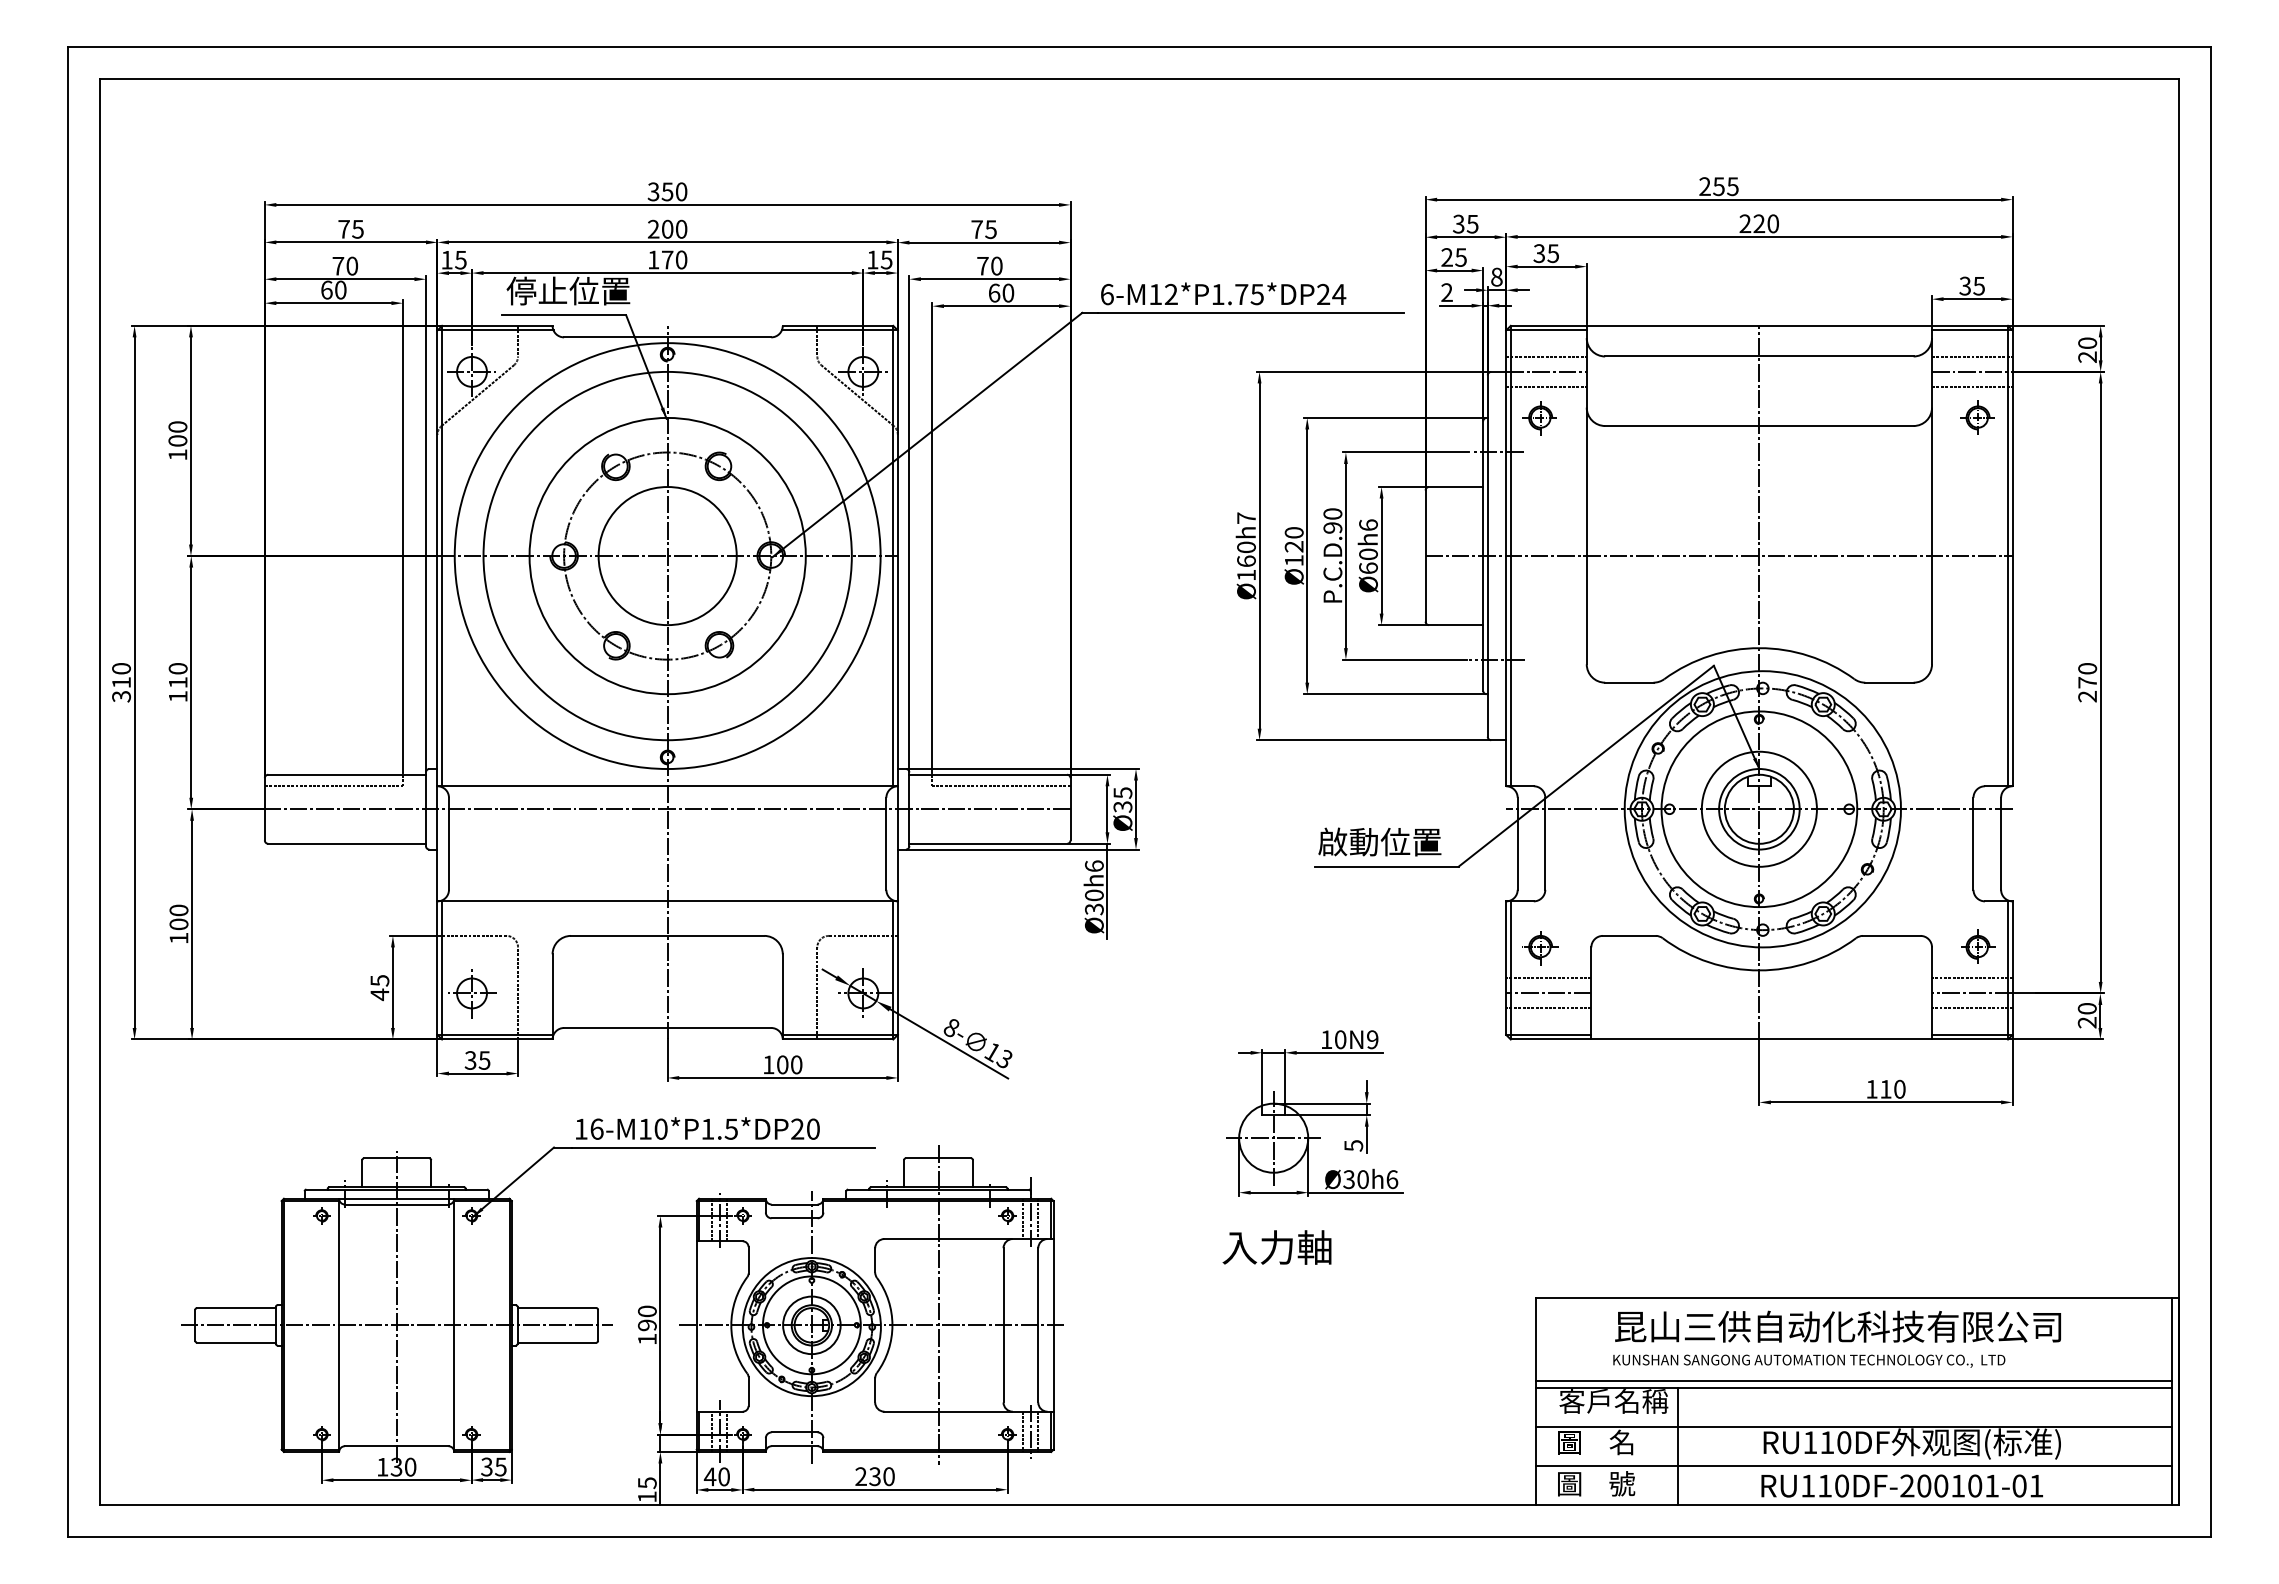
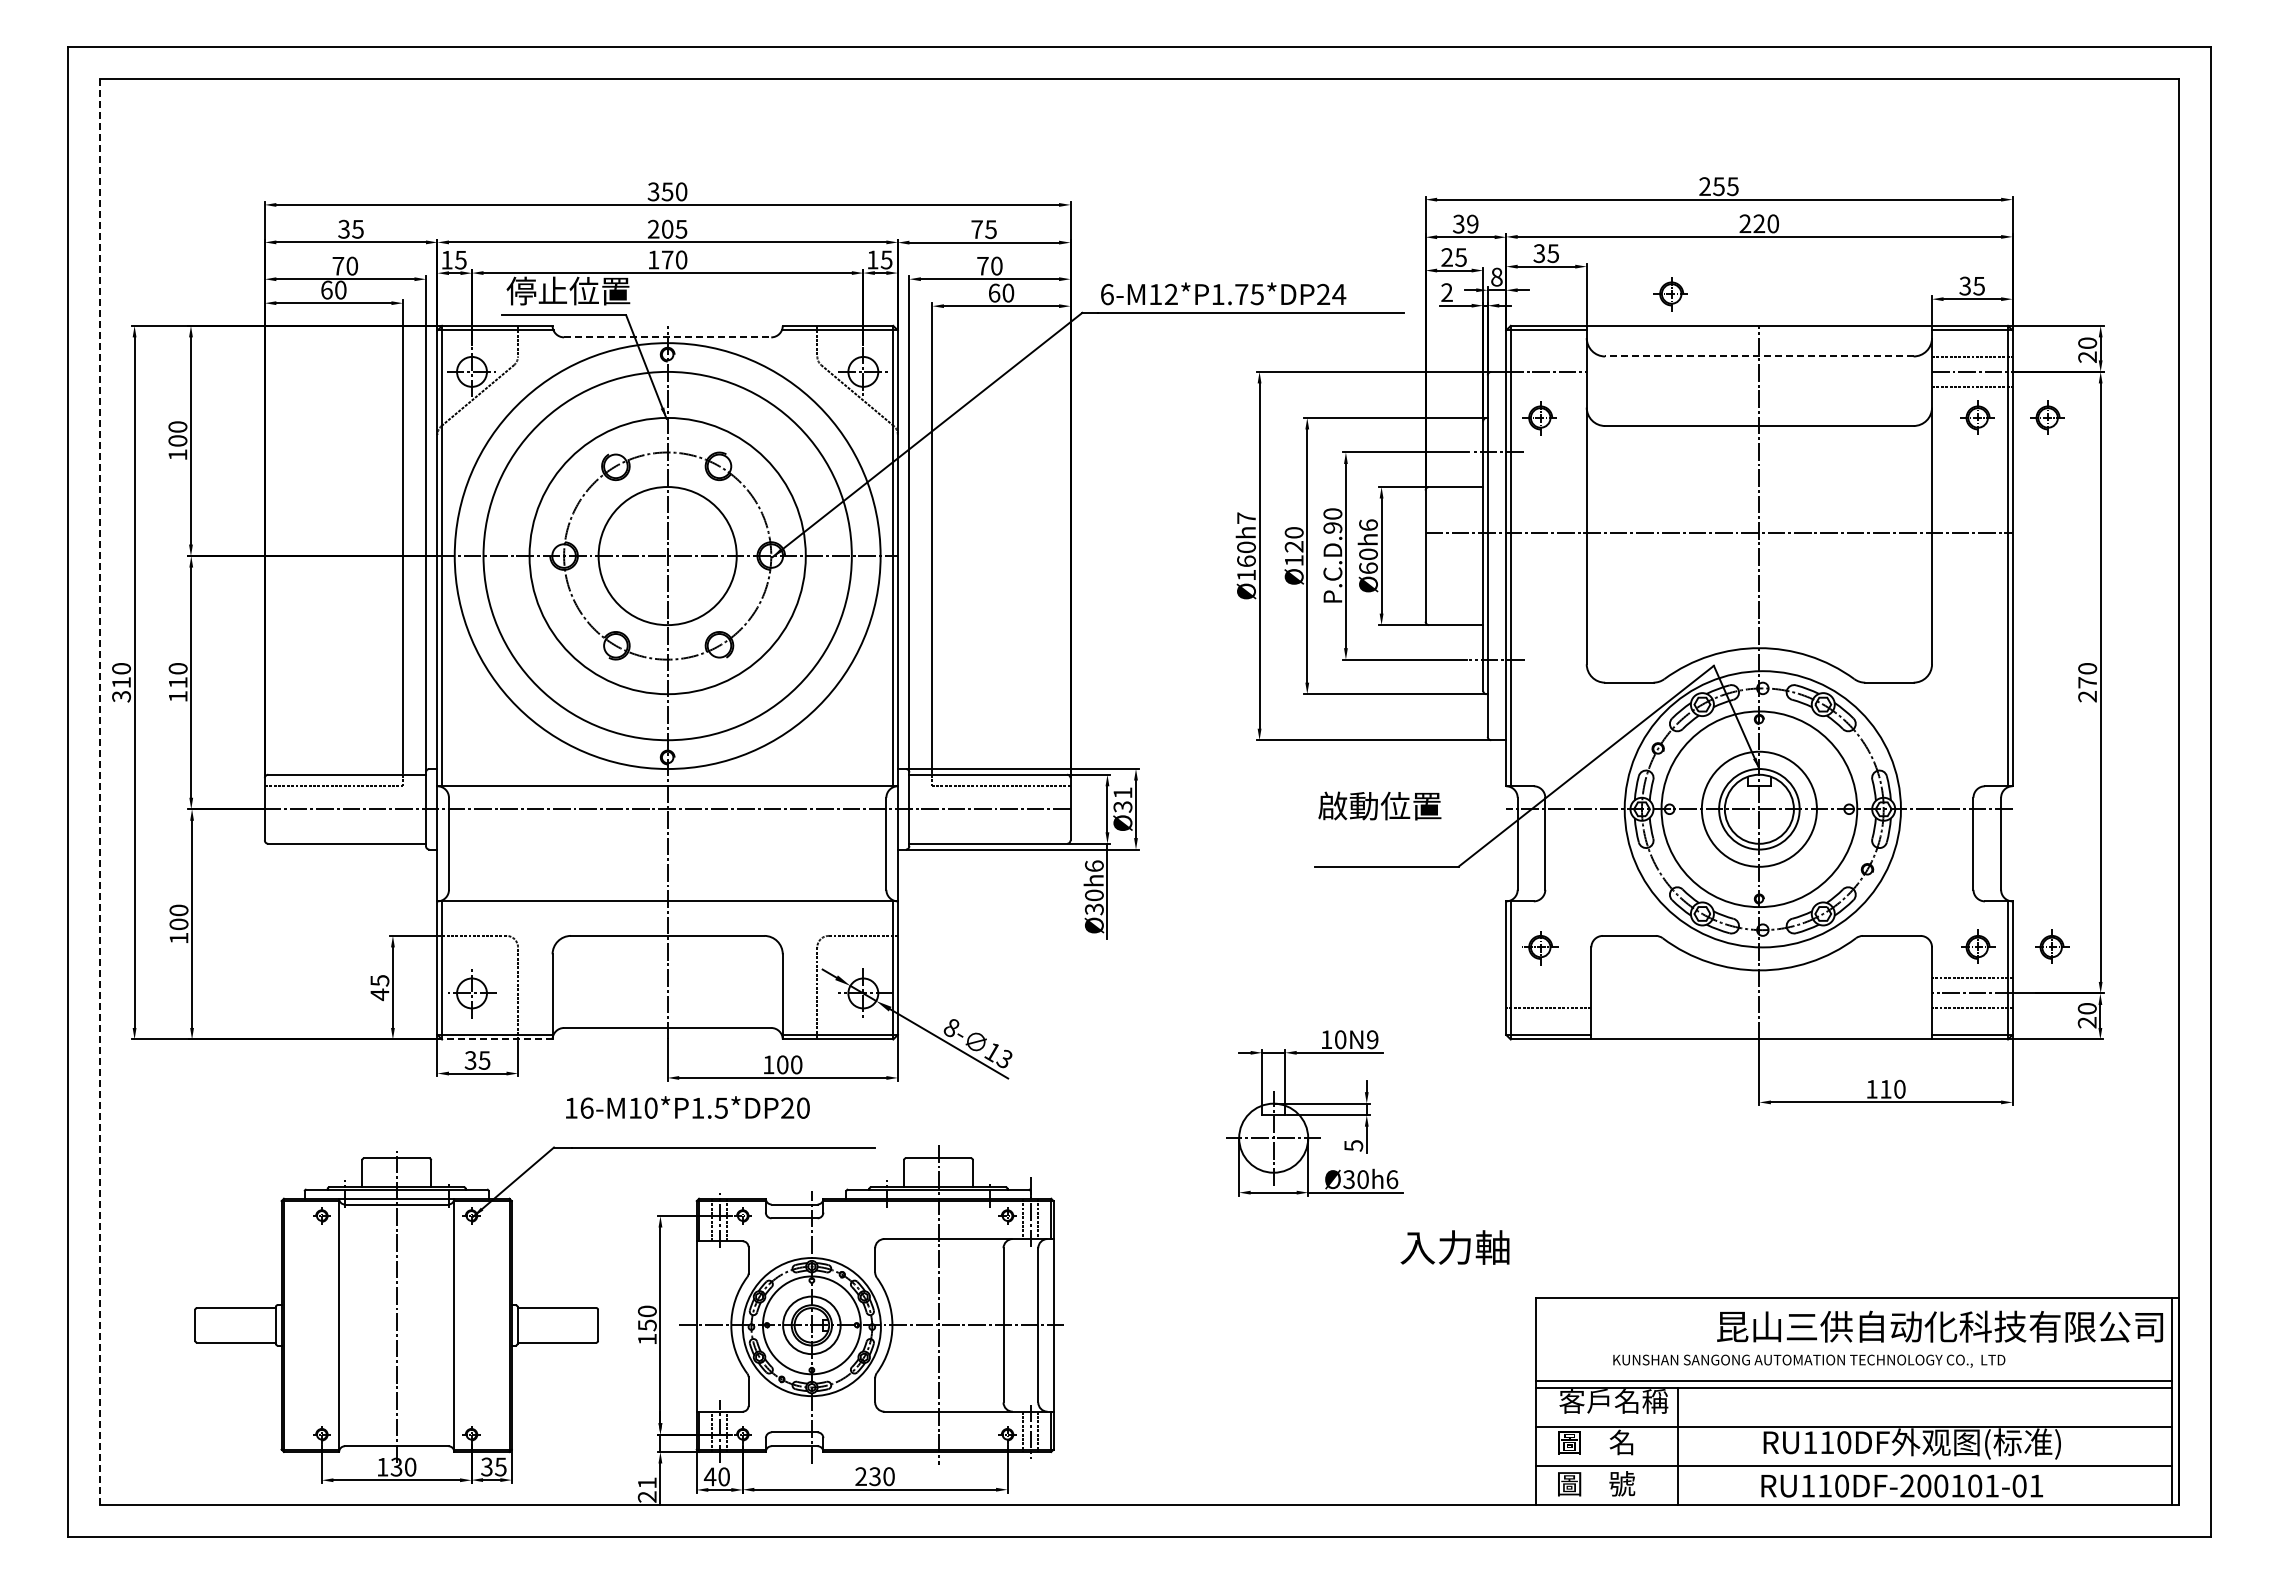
text at (1472, 223): 35 -> 39
text at (343, 228): 75 -> 35
text at (681, 228): 200 -> 205
part at (1670, 294): none -> present
line at (667, 337): solid -> dashed
line at (1546, 356): present -> none
line at (1758, 356): solid -> dashed
line at (1546, 386): present -> none
part at (2047, 417): none -> present
line at (1718, 556) position: (1718, 556) -> (1718, 533)
line at (100, 792): solid -> dashed
text at (1122, 792): Ø35 -> Ø31
text at (1379, 841) position: (1379, 841) -> (1379, 805)
part at (2052, 946): none -> present
line at (1548, 978): present -> none
line at (1548, 993): present -> none
line at (496, 1039): solid -> dashed
text at (697, 1128) position: (697, 1128) -> (687, 1107)
text at (1276, 1247) position: (1276, 1247) -> (1454, 1247)
line at (396, 1325): present -> none
text at (647, 1325): 190 -> 150
text at (1837, 1326) position: (1837, 1326) -> (1939, 1326)
text at (646, 1489): 15 -> 21
